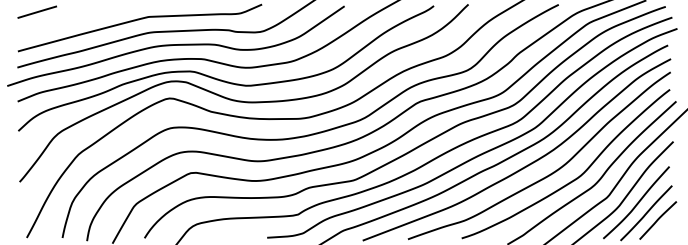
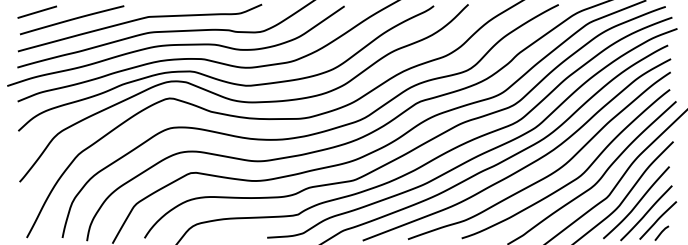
line at (72, 20): none -> present
line at (661, 232): none -> present
